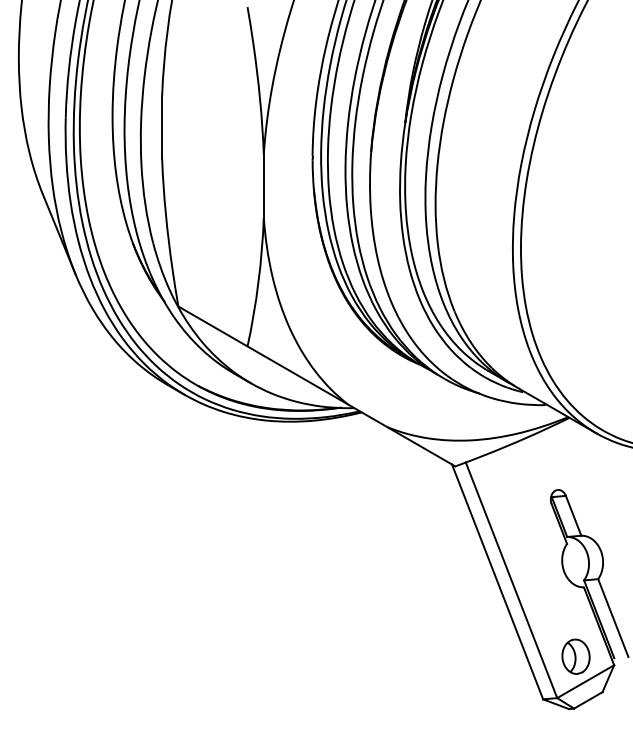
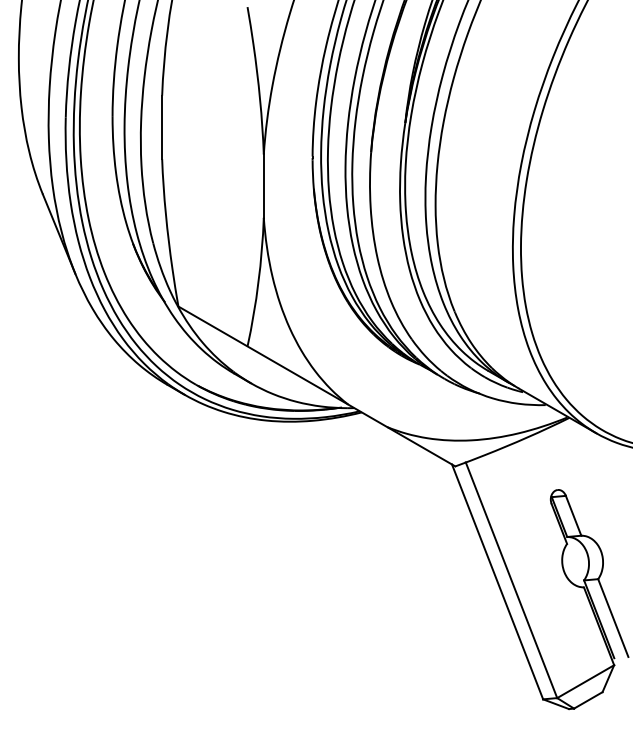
part at (575, 656): present -> none
